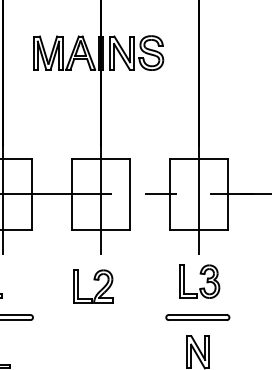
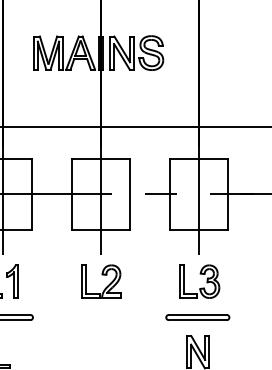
line at (135, 126): none -> present
part at (12, 281): none -> present
part at (93, 286) position: (93, 286) -> (101, 281)
